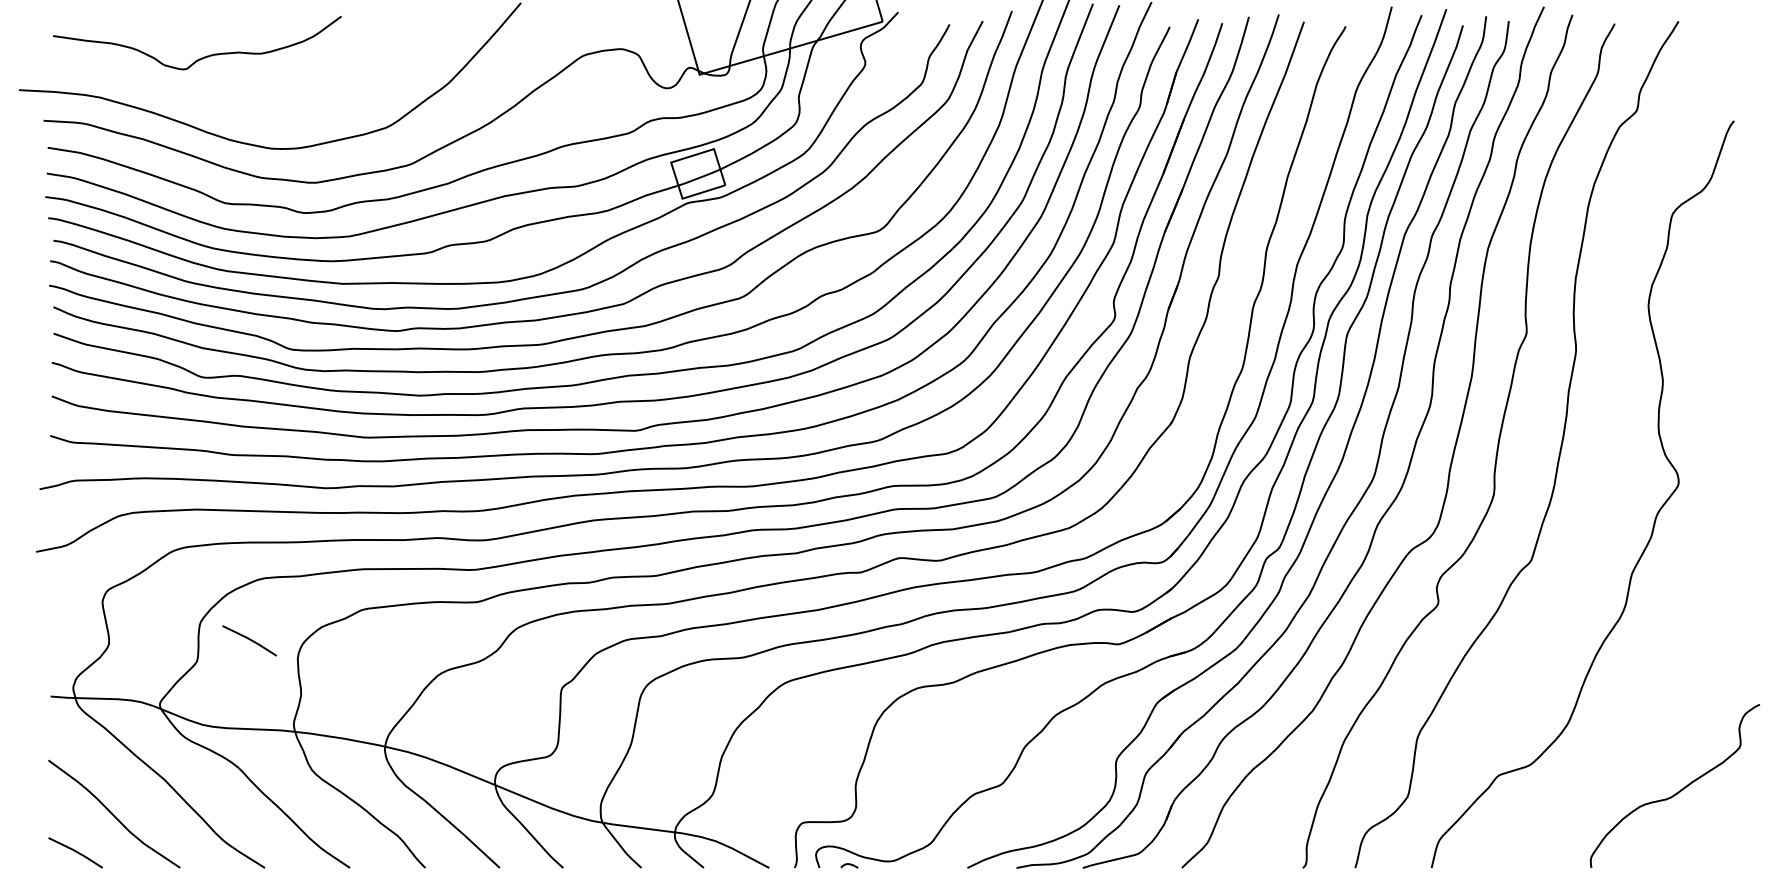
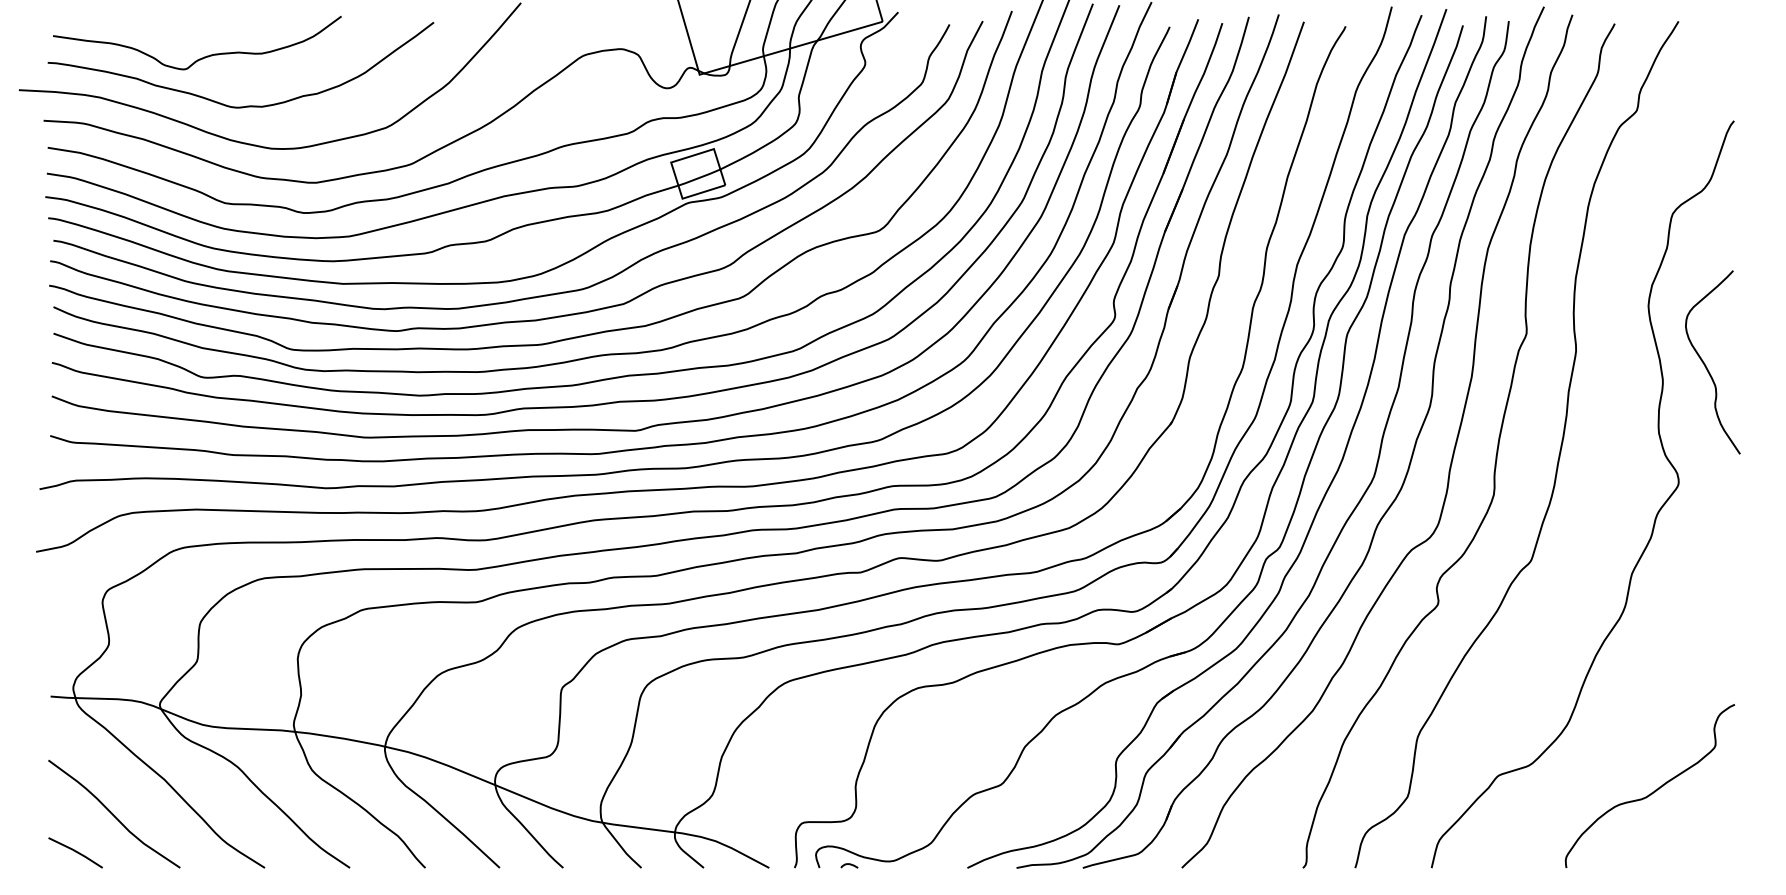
curve at (246, 105): none -> present
curve at (1706, 365): none -> present
line at (249, 640): present -> none
curve at (1679, 790) position: (1679, 790) -> (1654, 790)
